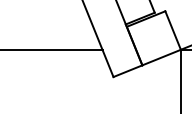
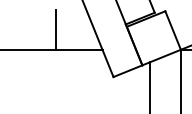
line at (56, 29): none -> present
line at (149, 86): none -> present
